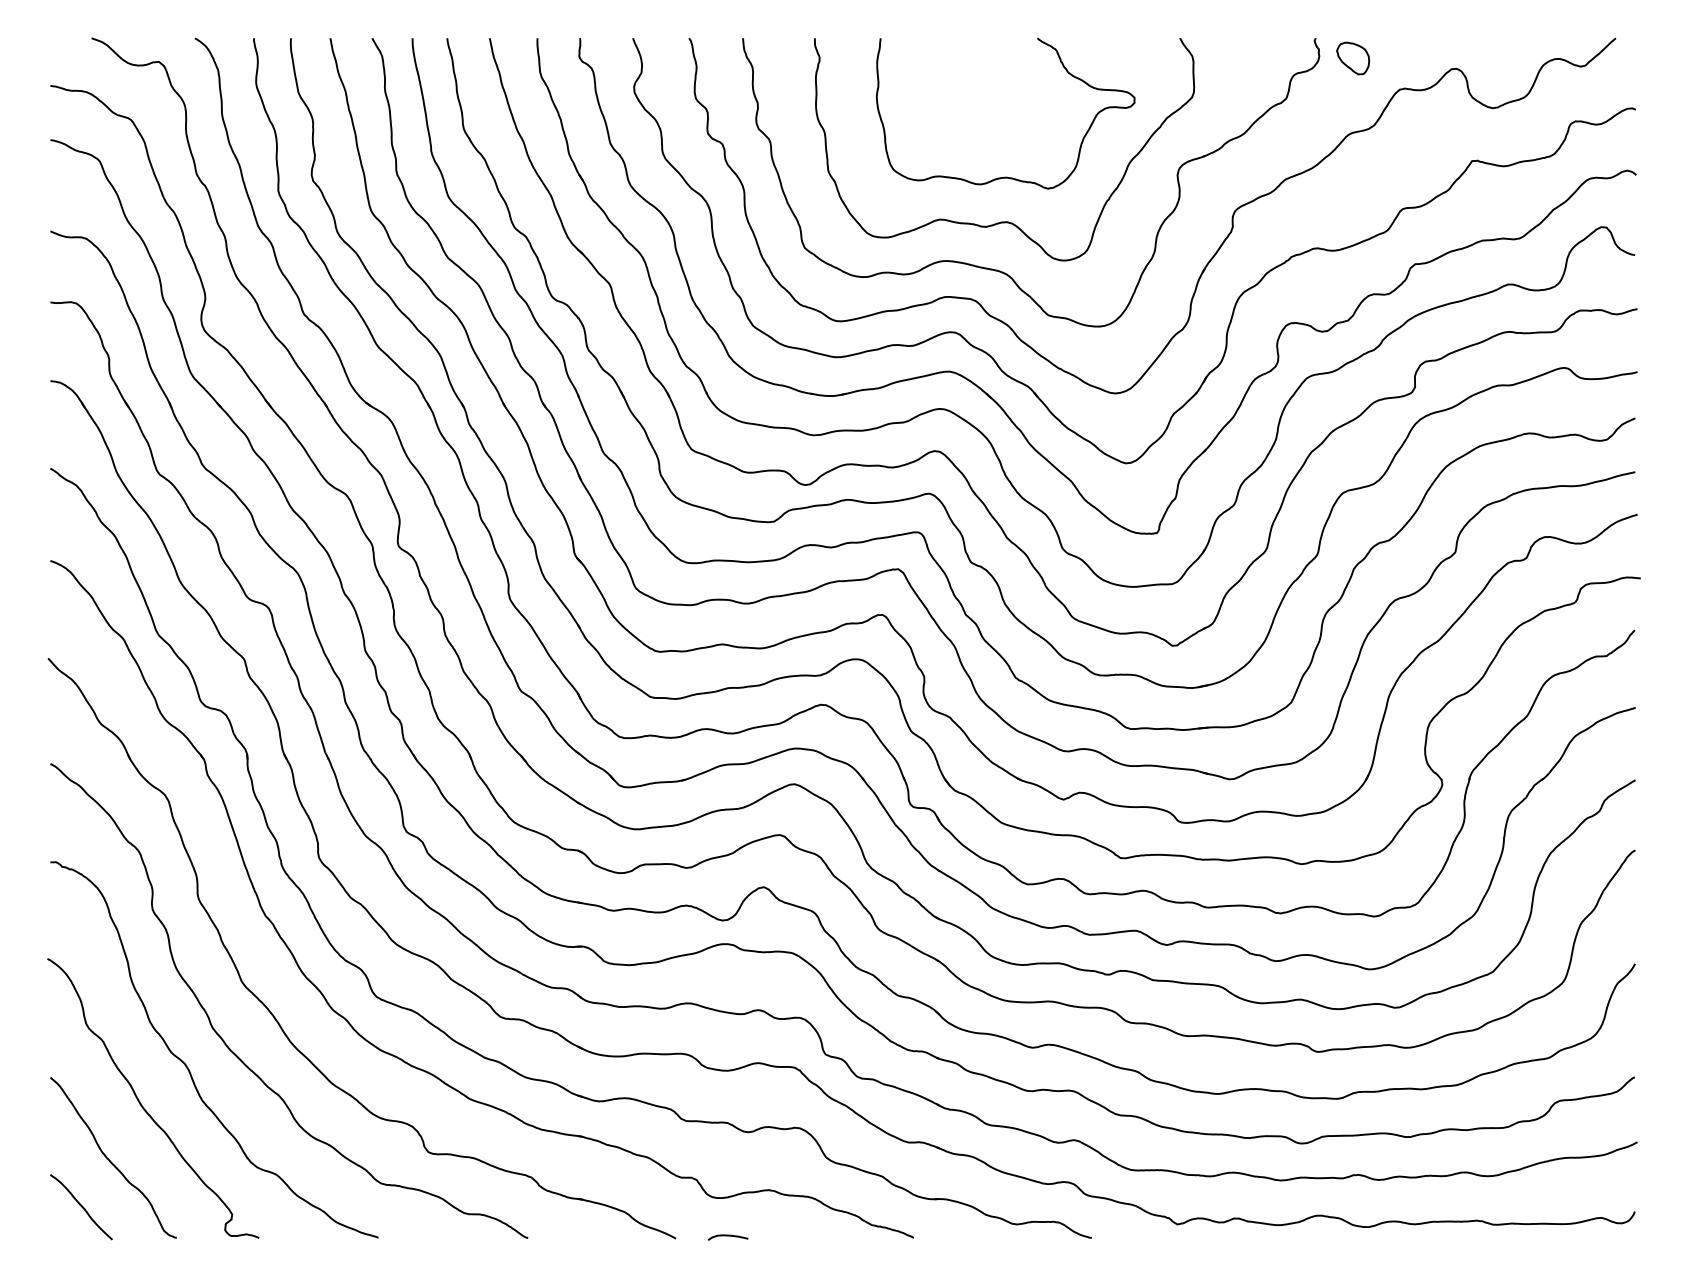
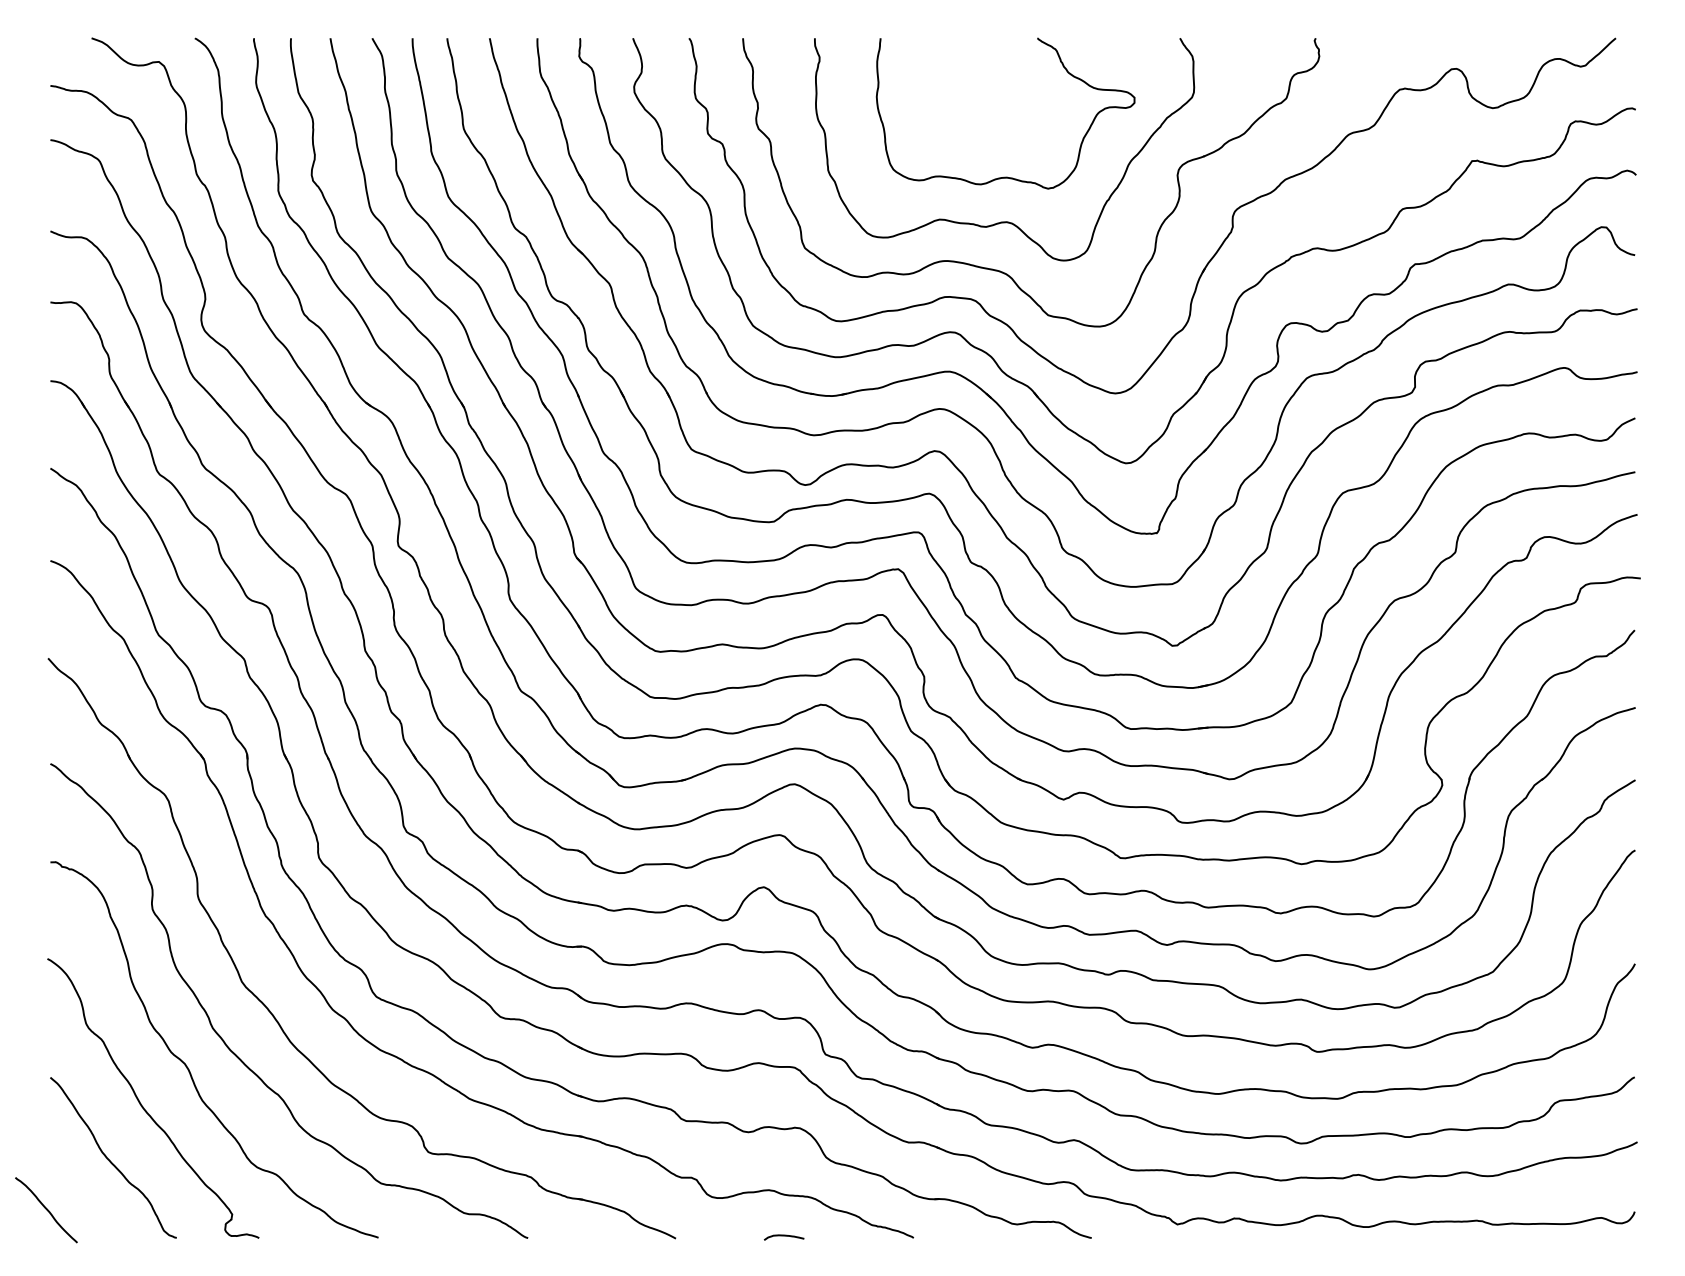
part at (1353, 58): present -> none
curve at (81, 1207) position: (81, 1207) -> (46, 1210)
curve at (728, 1236) position: (728, 1236) -> (784, 1236)
